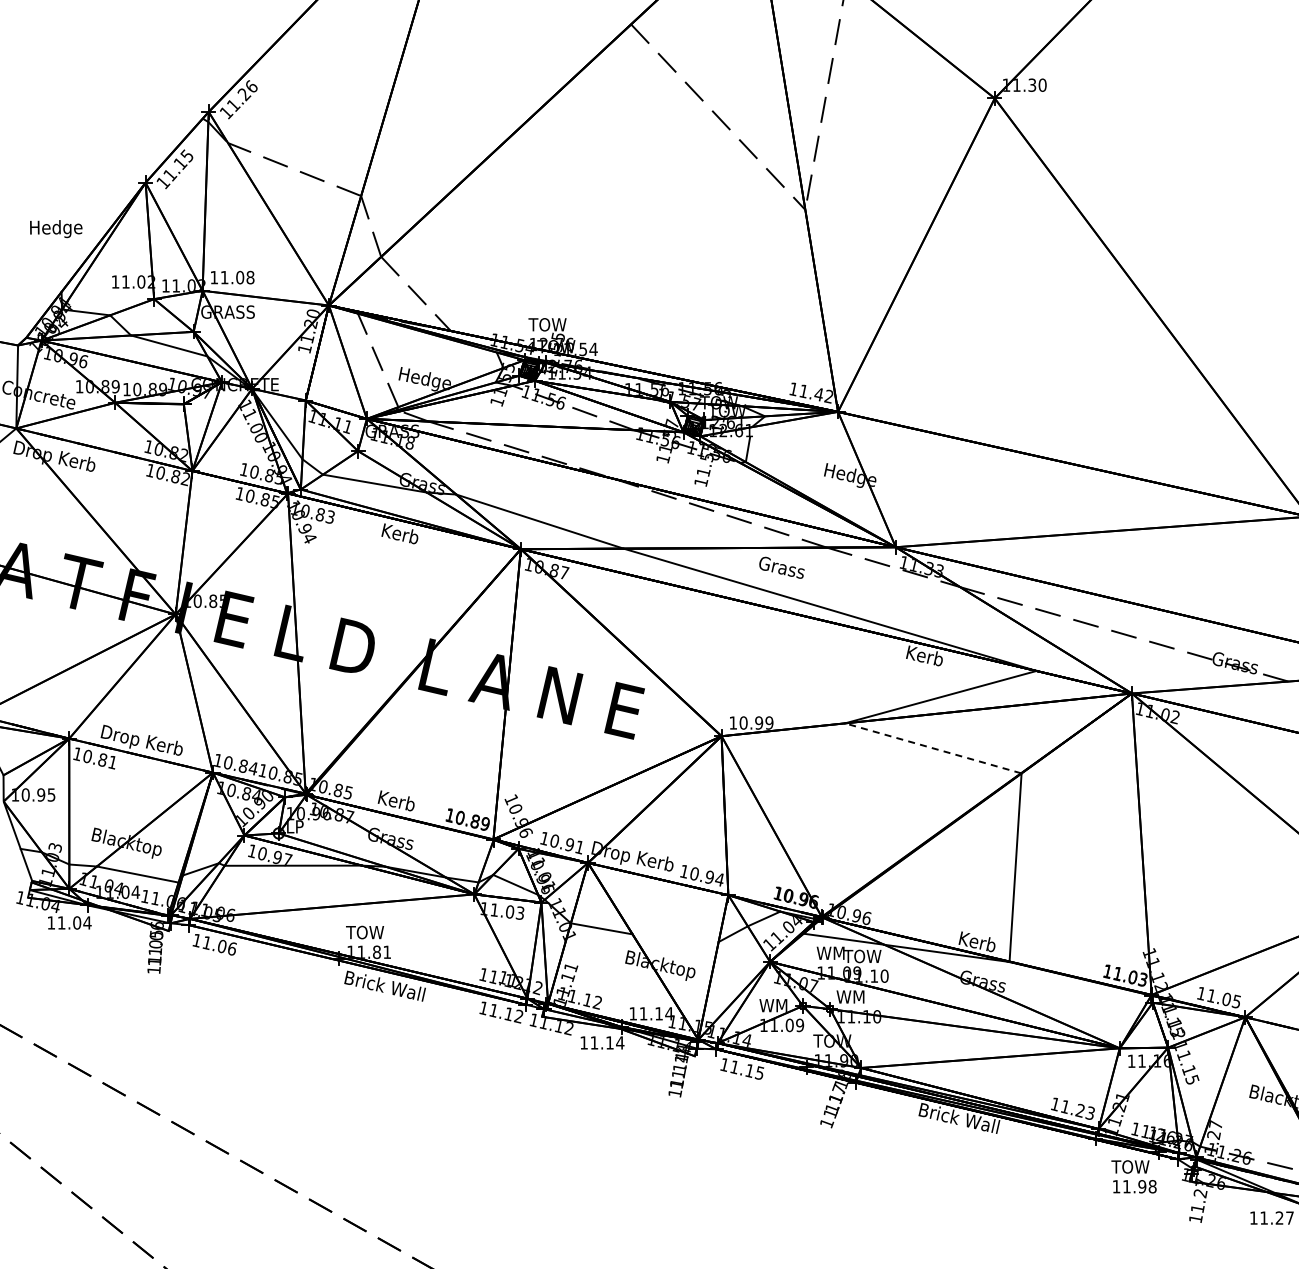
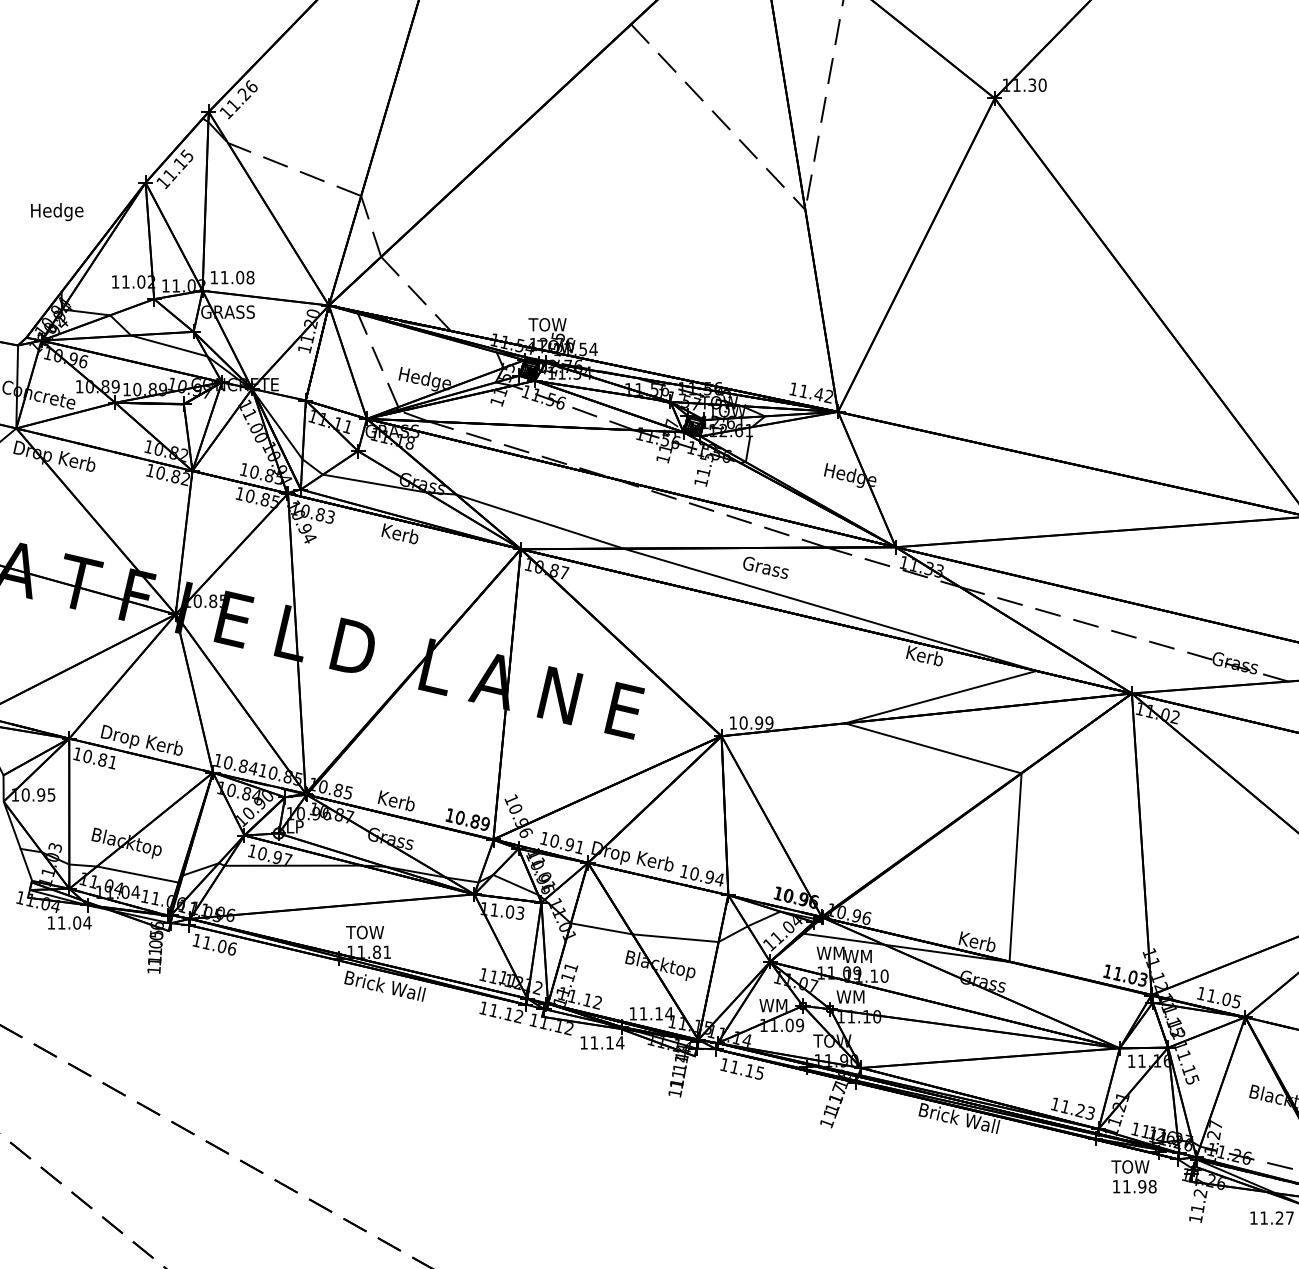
text at (56, 229) position: (56, 229) -> (57, 212)
text at (781, 567) position: (781, 567) -> (765, 567)
line at (933, 748): dashed -> solid
line at (675, 938): none -> present
text at (862, 956): TOW -> WM
